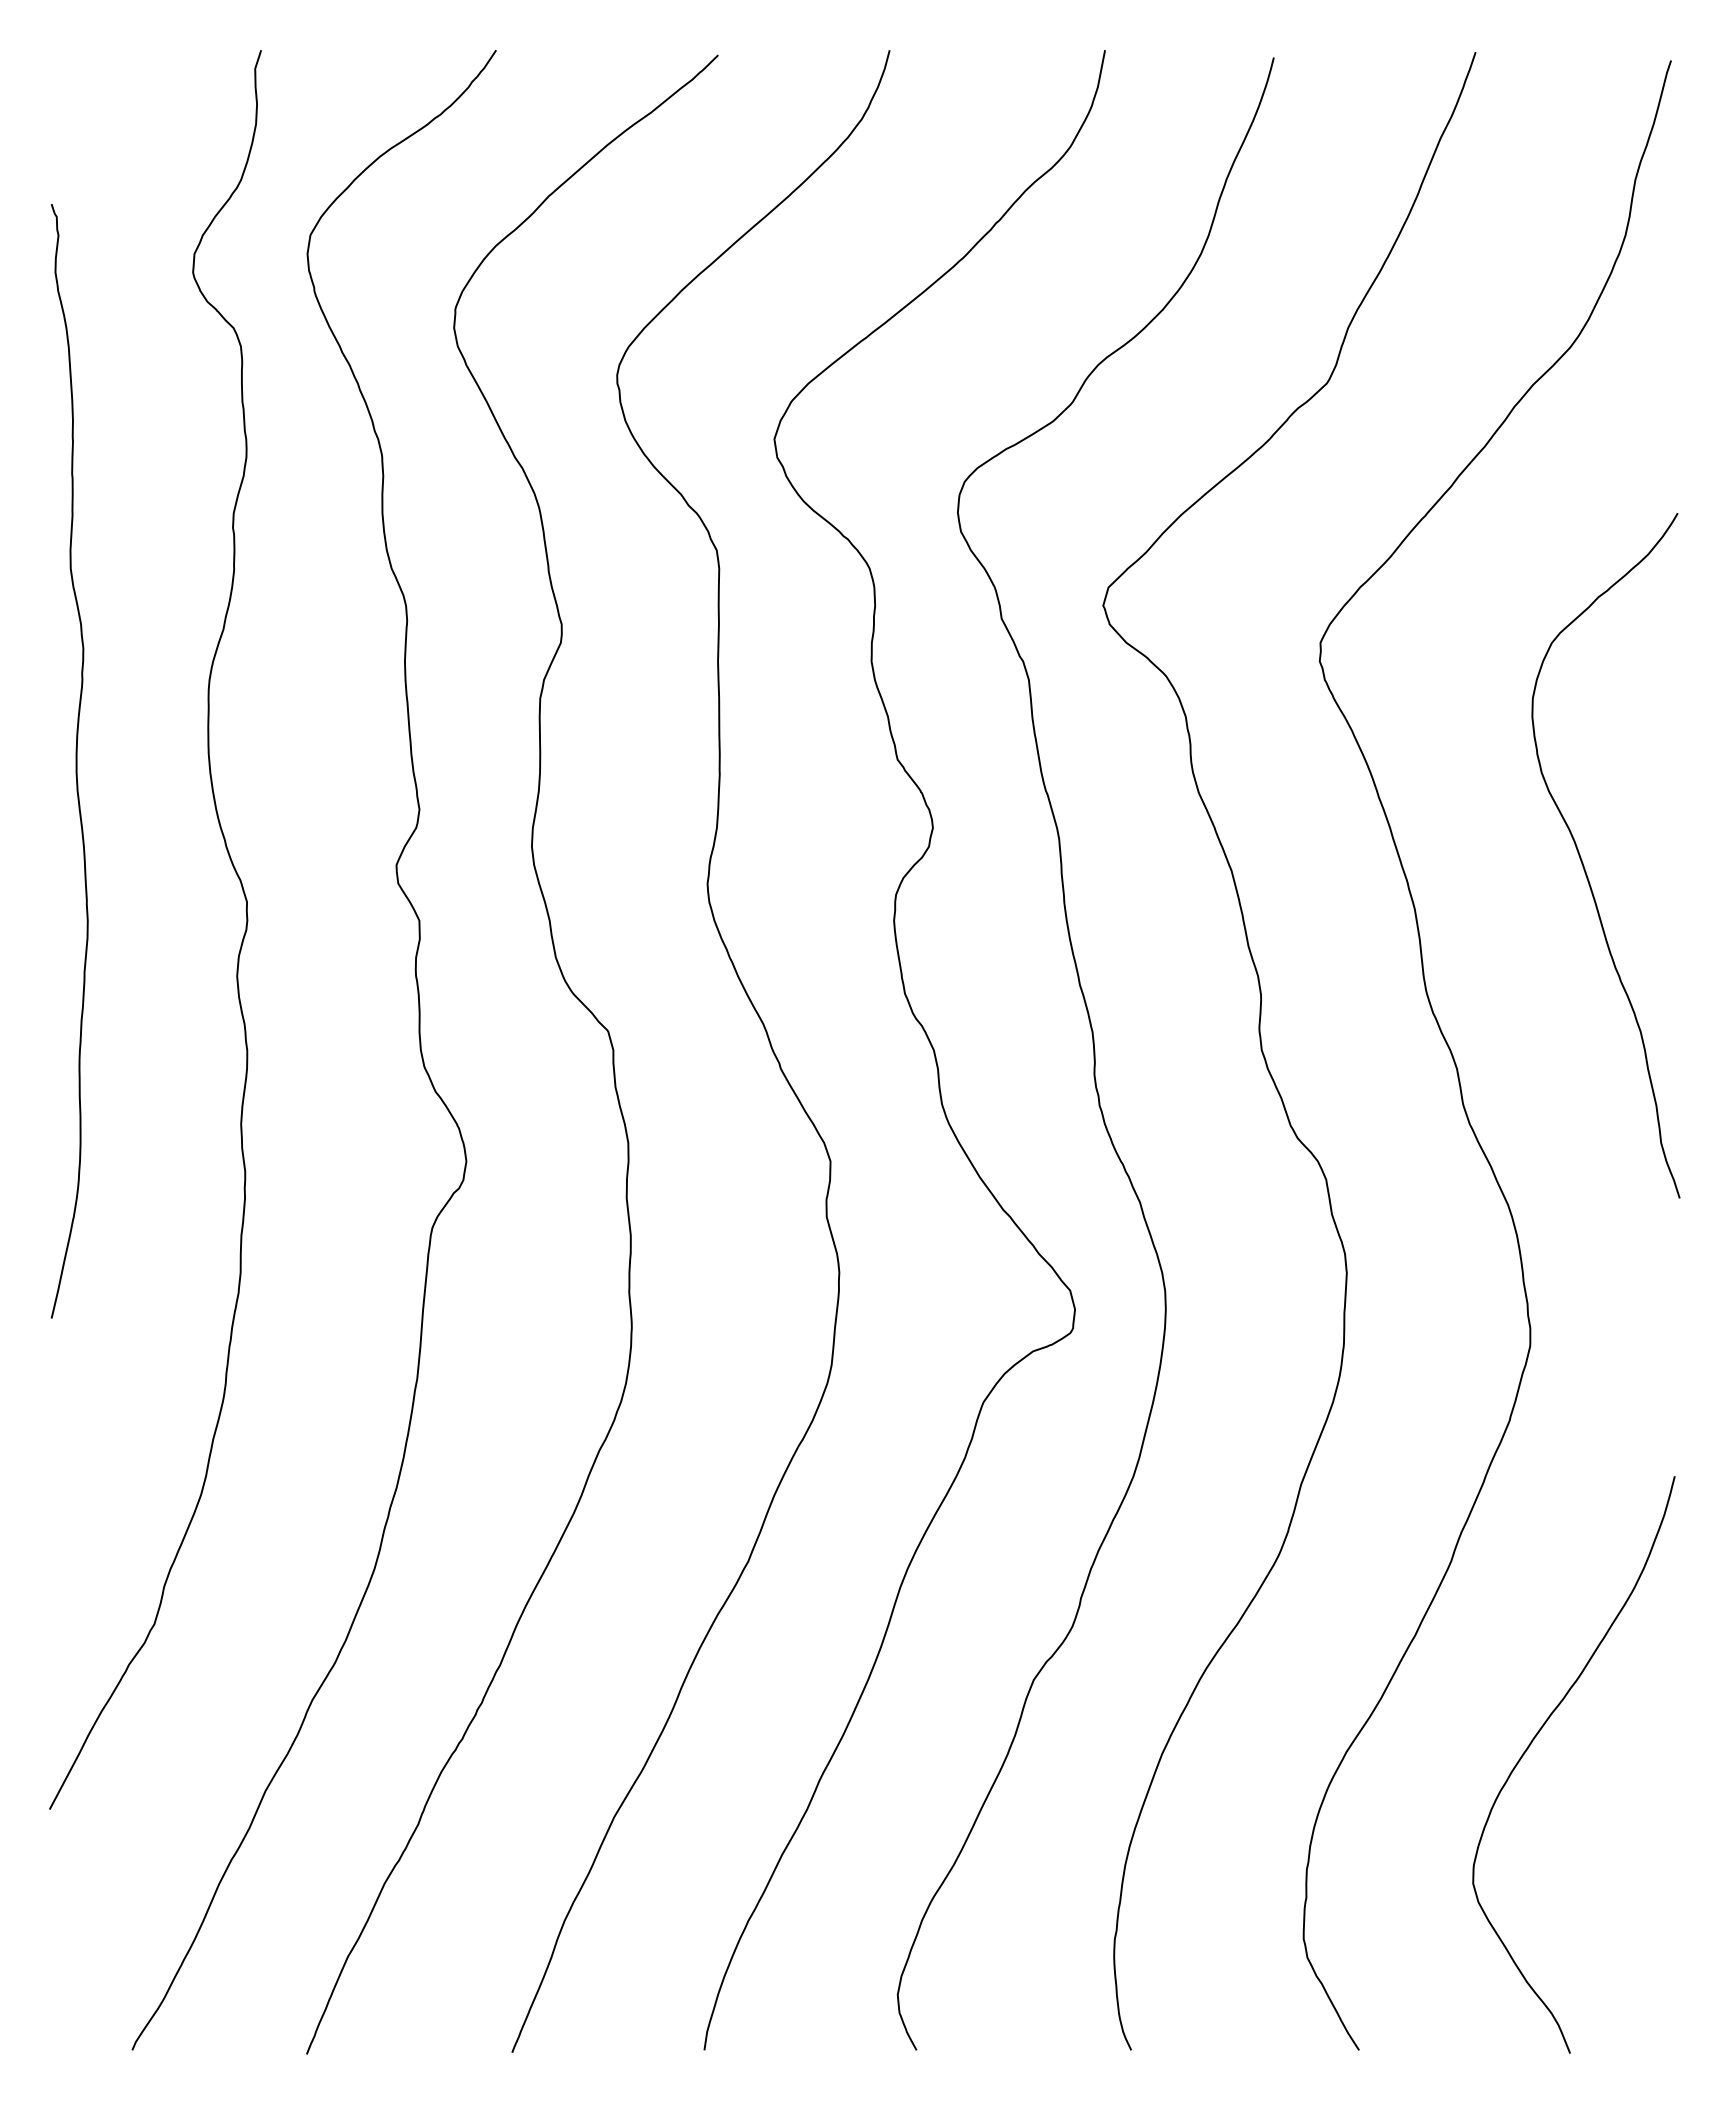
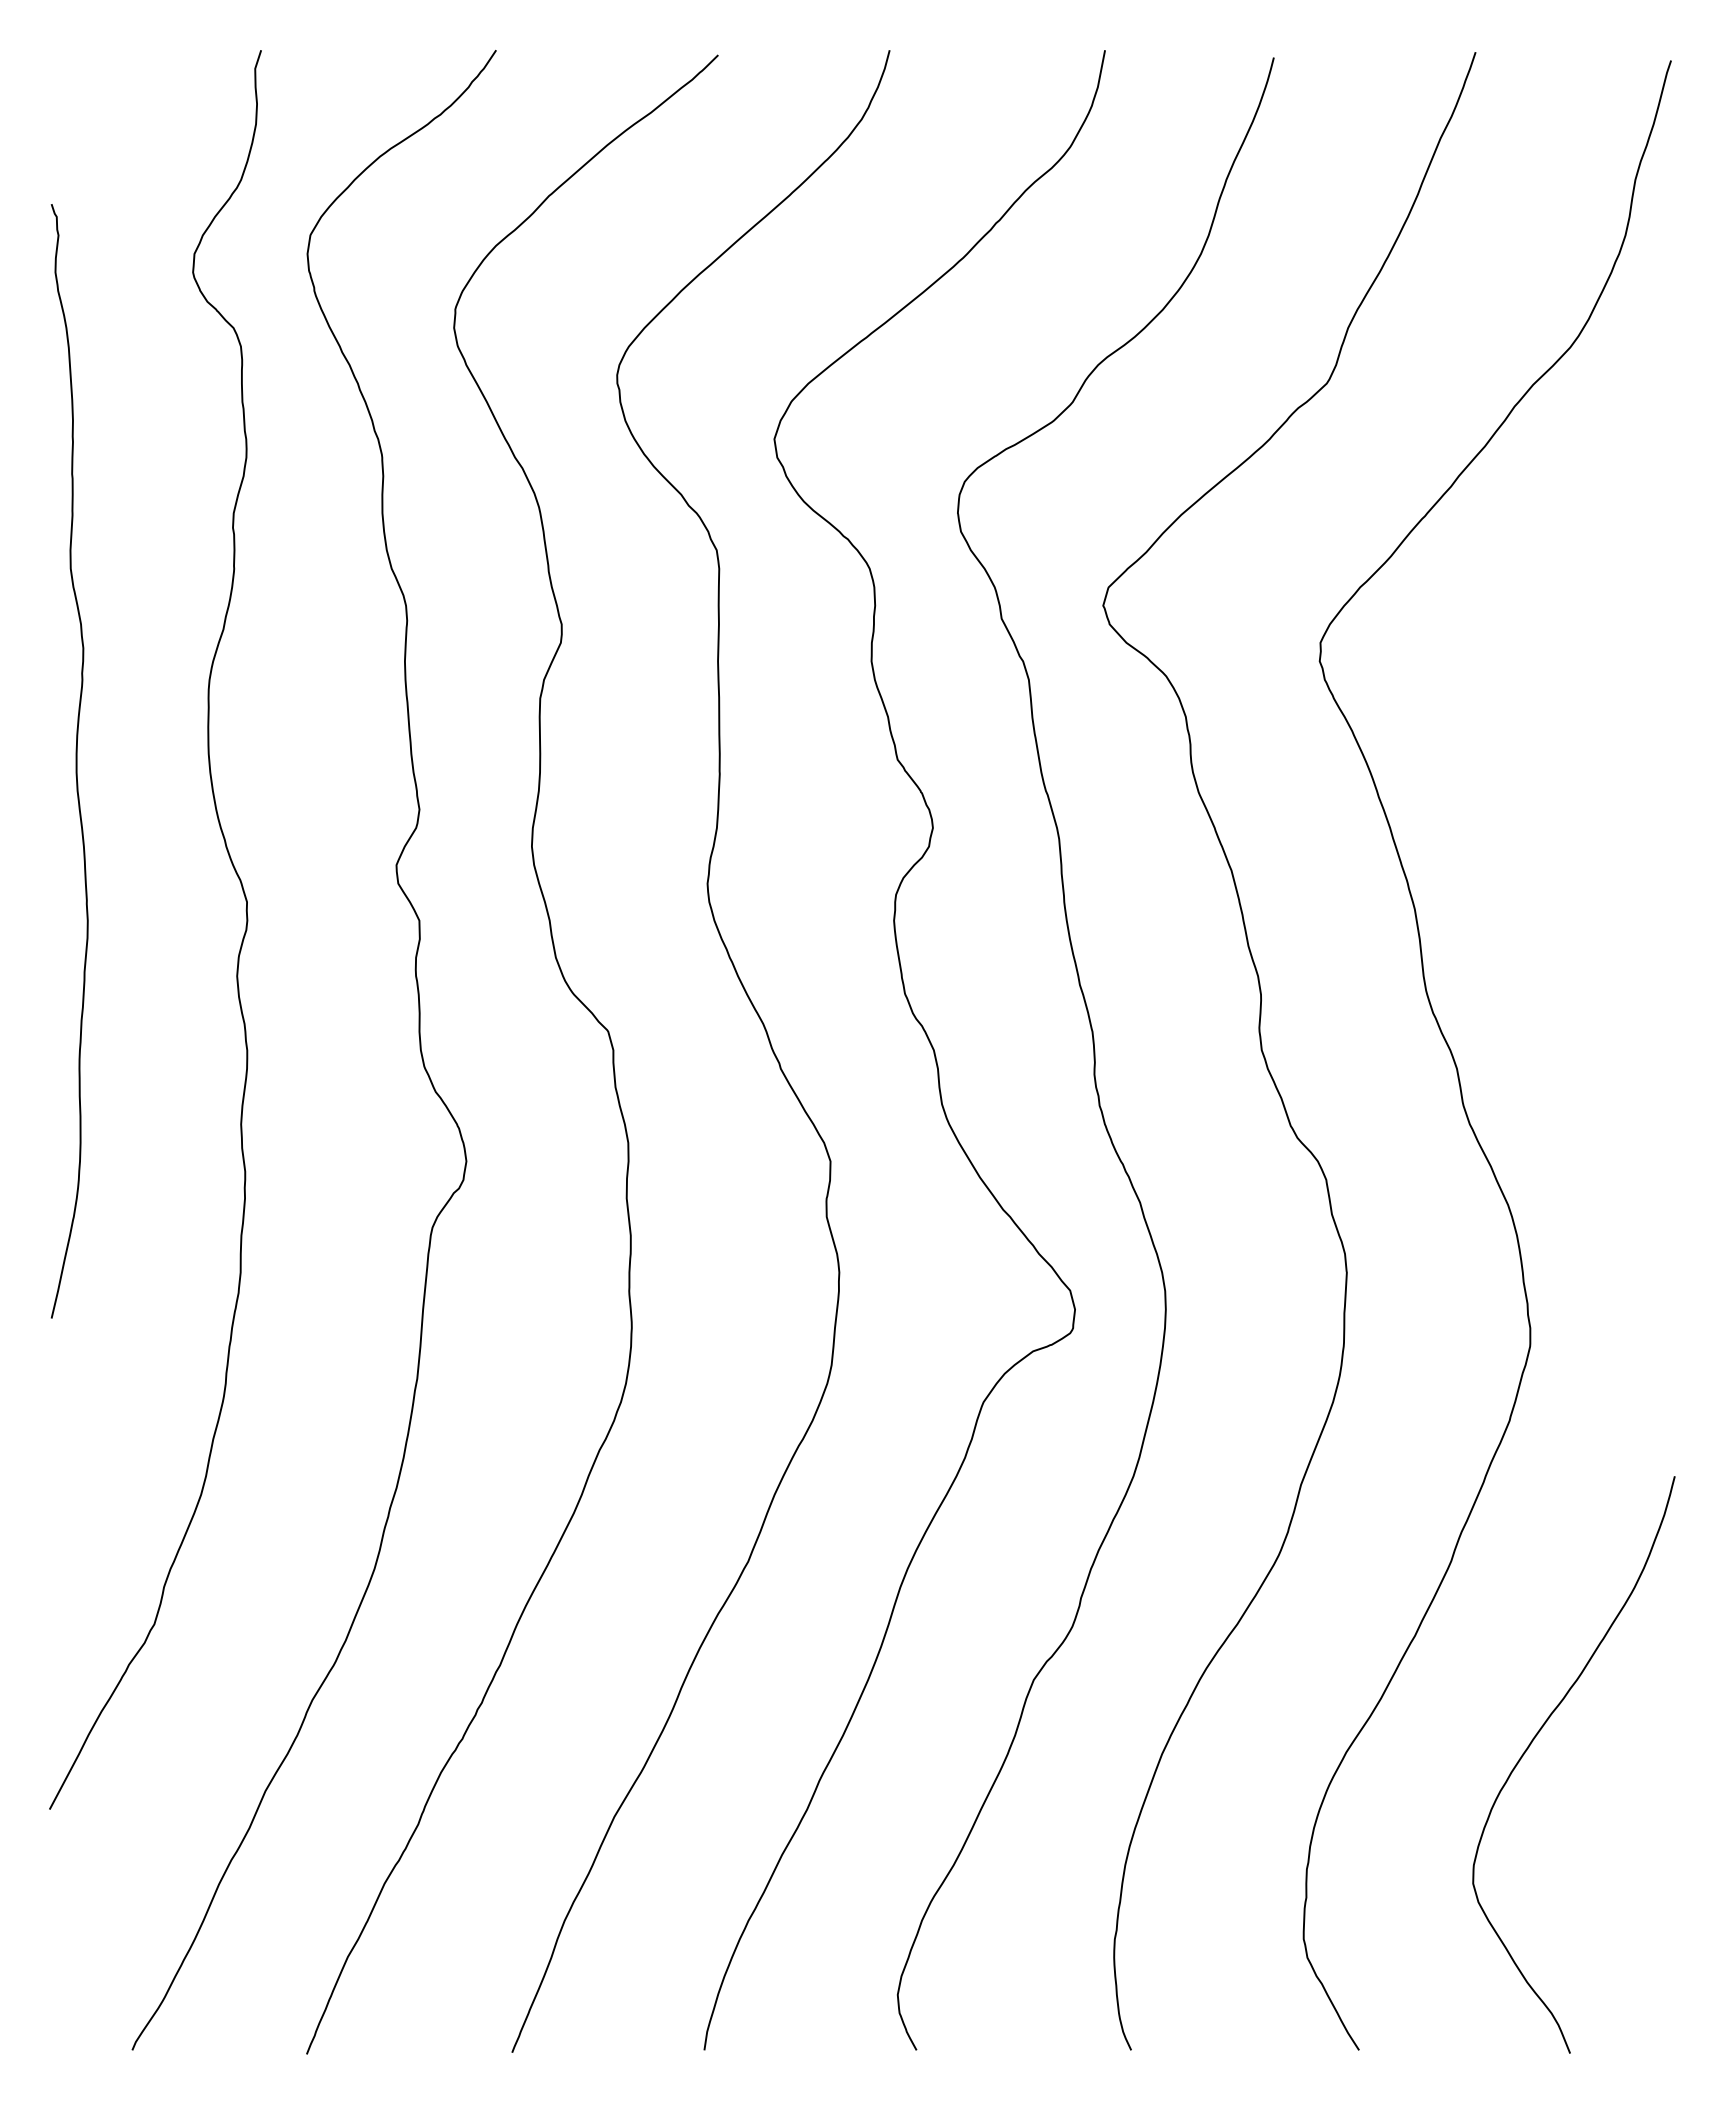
curve at (1583, 862): present -> none
